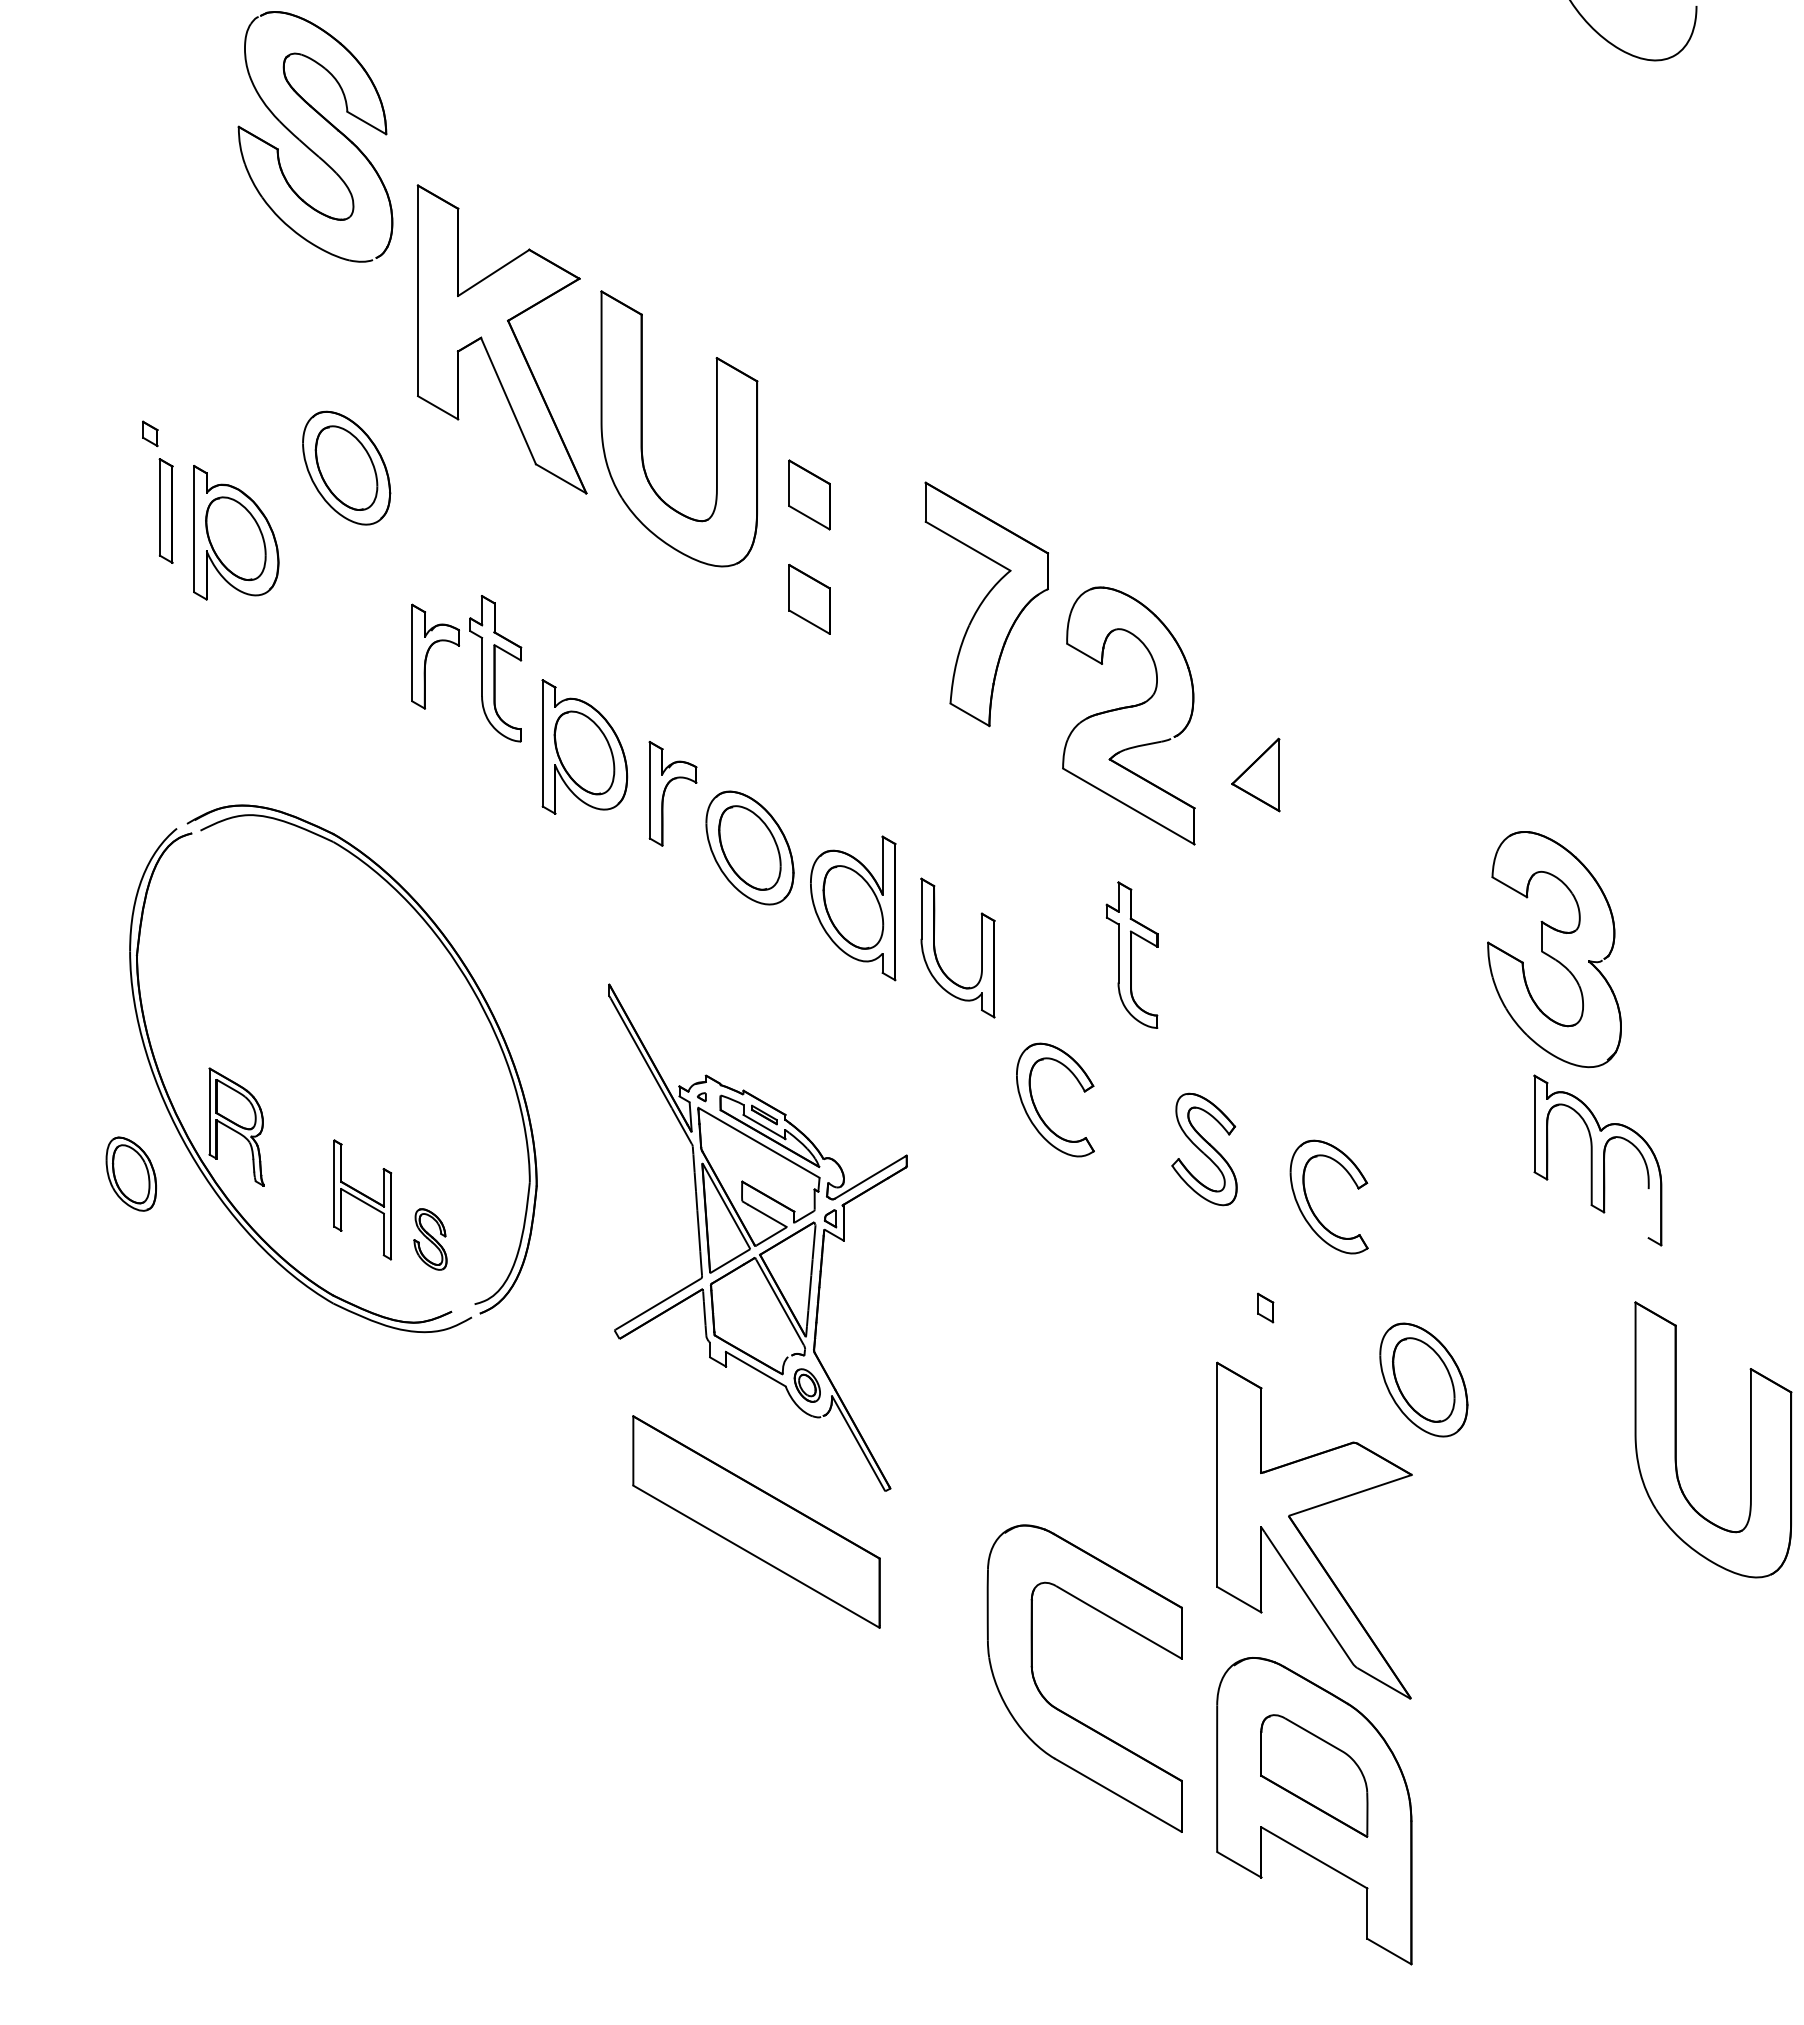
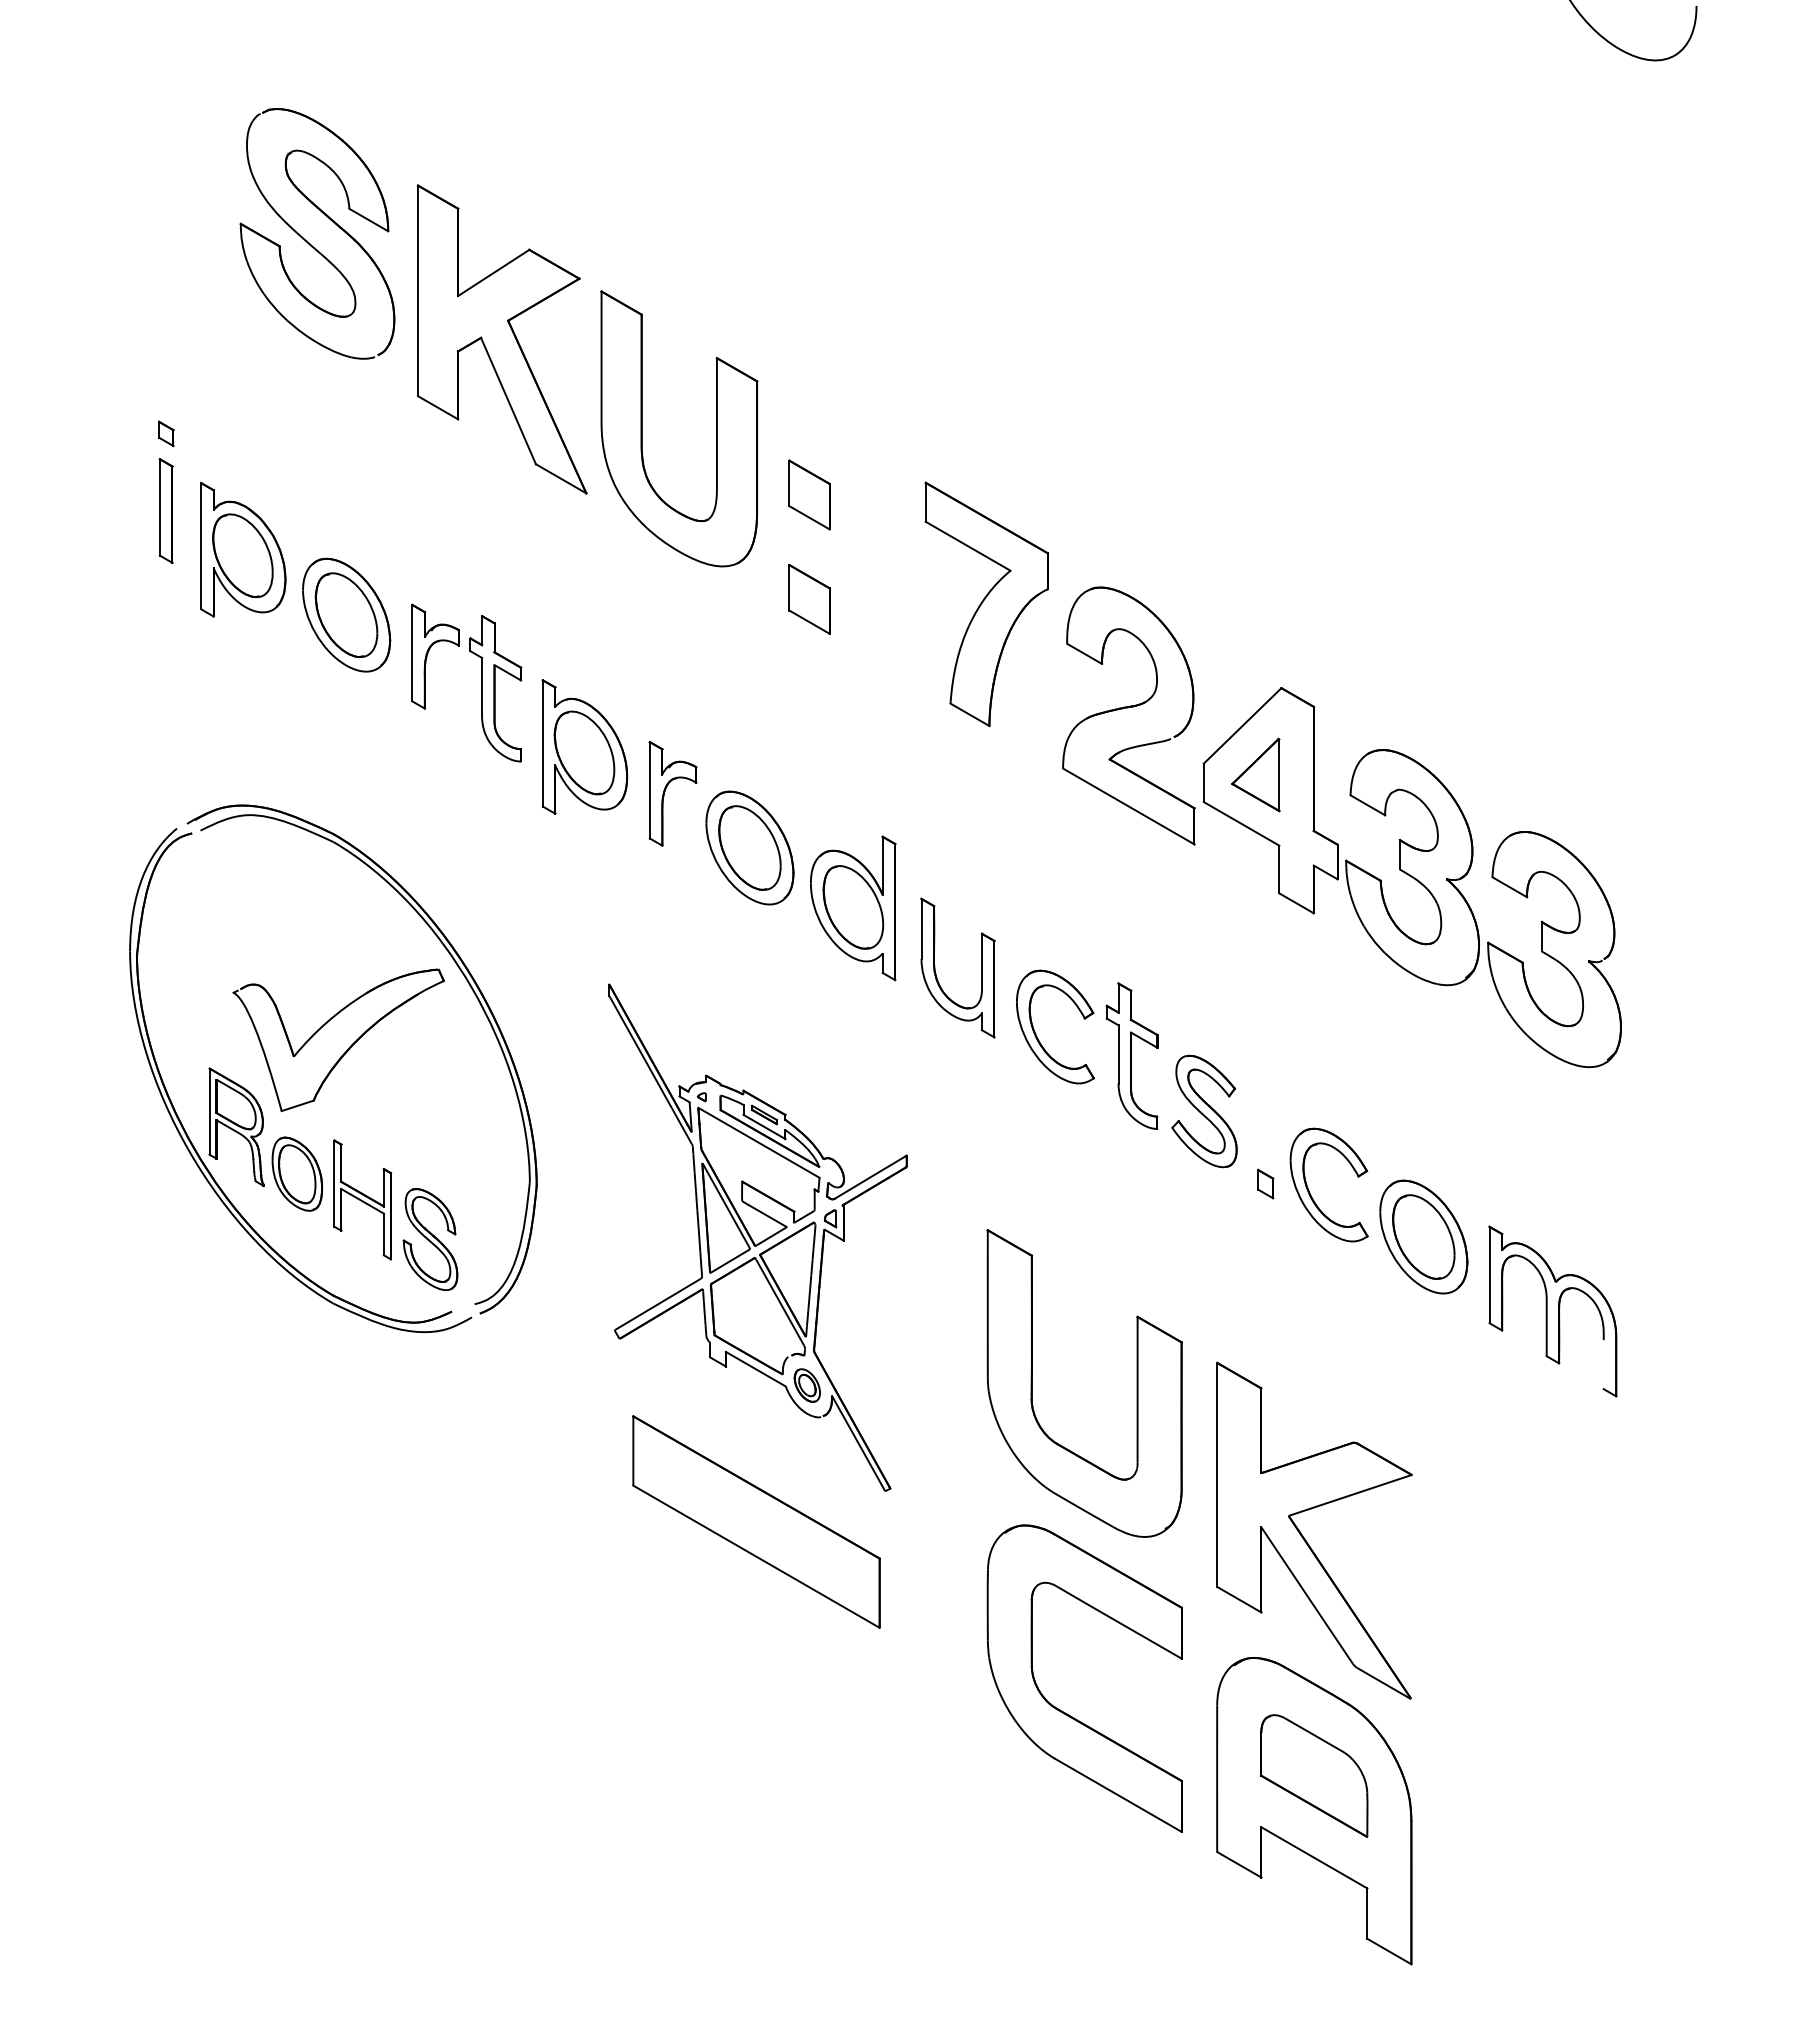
part at (306, 144) position: (306, 144) -> (308, 241)
part at (150, 433) position: (150, 433) -> (166, 433)
part at (346, 467) position: (346, 467) -> (346, 614)
part at (236, 532) position: (236, 532) -> (243, 549)
part at (495, 668) position: (495, 668) -> (495, 688)
part at (1336, 842): none -> present
part at (936, 953) position: (936, 953) -> (936, 973)
part at (1131, 954) position: (1131, 954) -> (1131, 1055)
part at (348, 1047): none -> present
part at (1037, 1109) position: (1037, 1109) -> (1037, 1036)
part at (1204, 1149) position: (1204, 1149) -> (1204, 1111)
part at (1597, 1160) position: (1597, 1160) -> (1552, 1311)
part at (131, 1173) position: (131, 1173) -> (297, 1173)
part at (1310, 1204) position: (1310, 1204) -> (1310, 1192)
part at (430, 1239) size: 35x63 px -> 57x103 px
part at (1265, 1307) position: (1265, 1307) -> (1265, 1183)
part at (1423, 1379) position: (1423, 1379) -> (1423, 1236)
part at (1032, 1383): none -> present
part at (1676, 1439): present -> none
